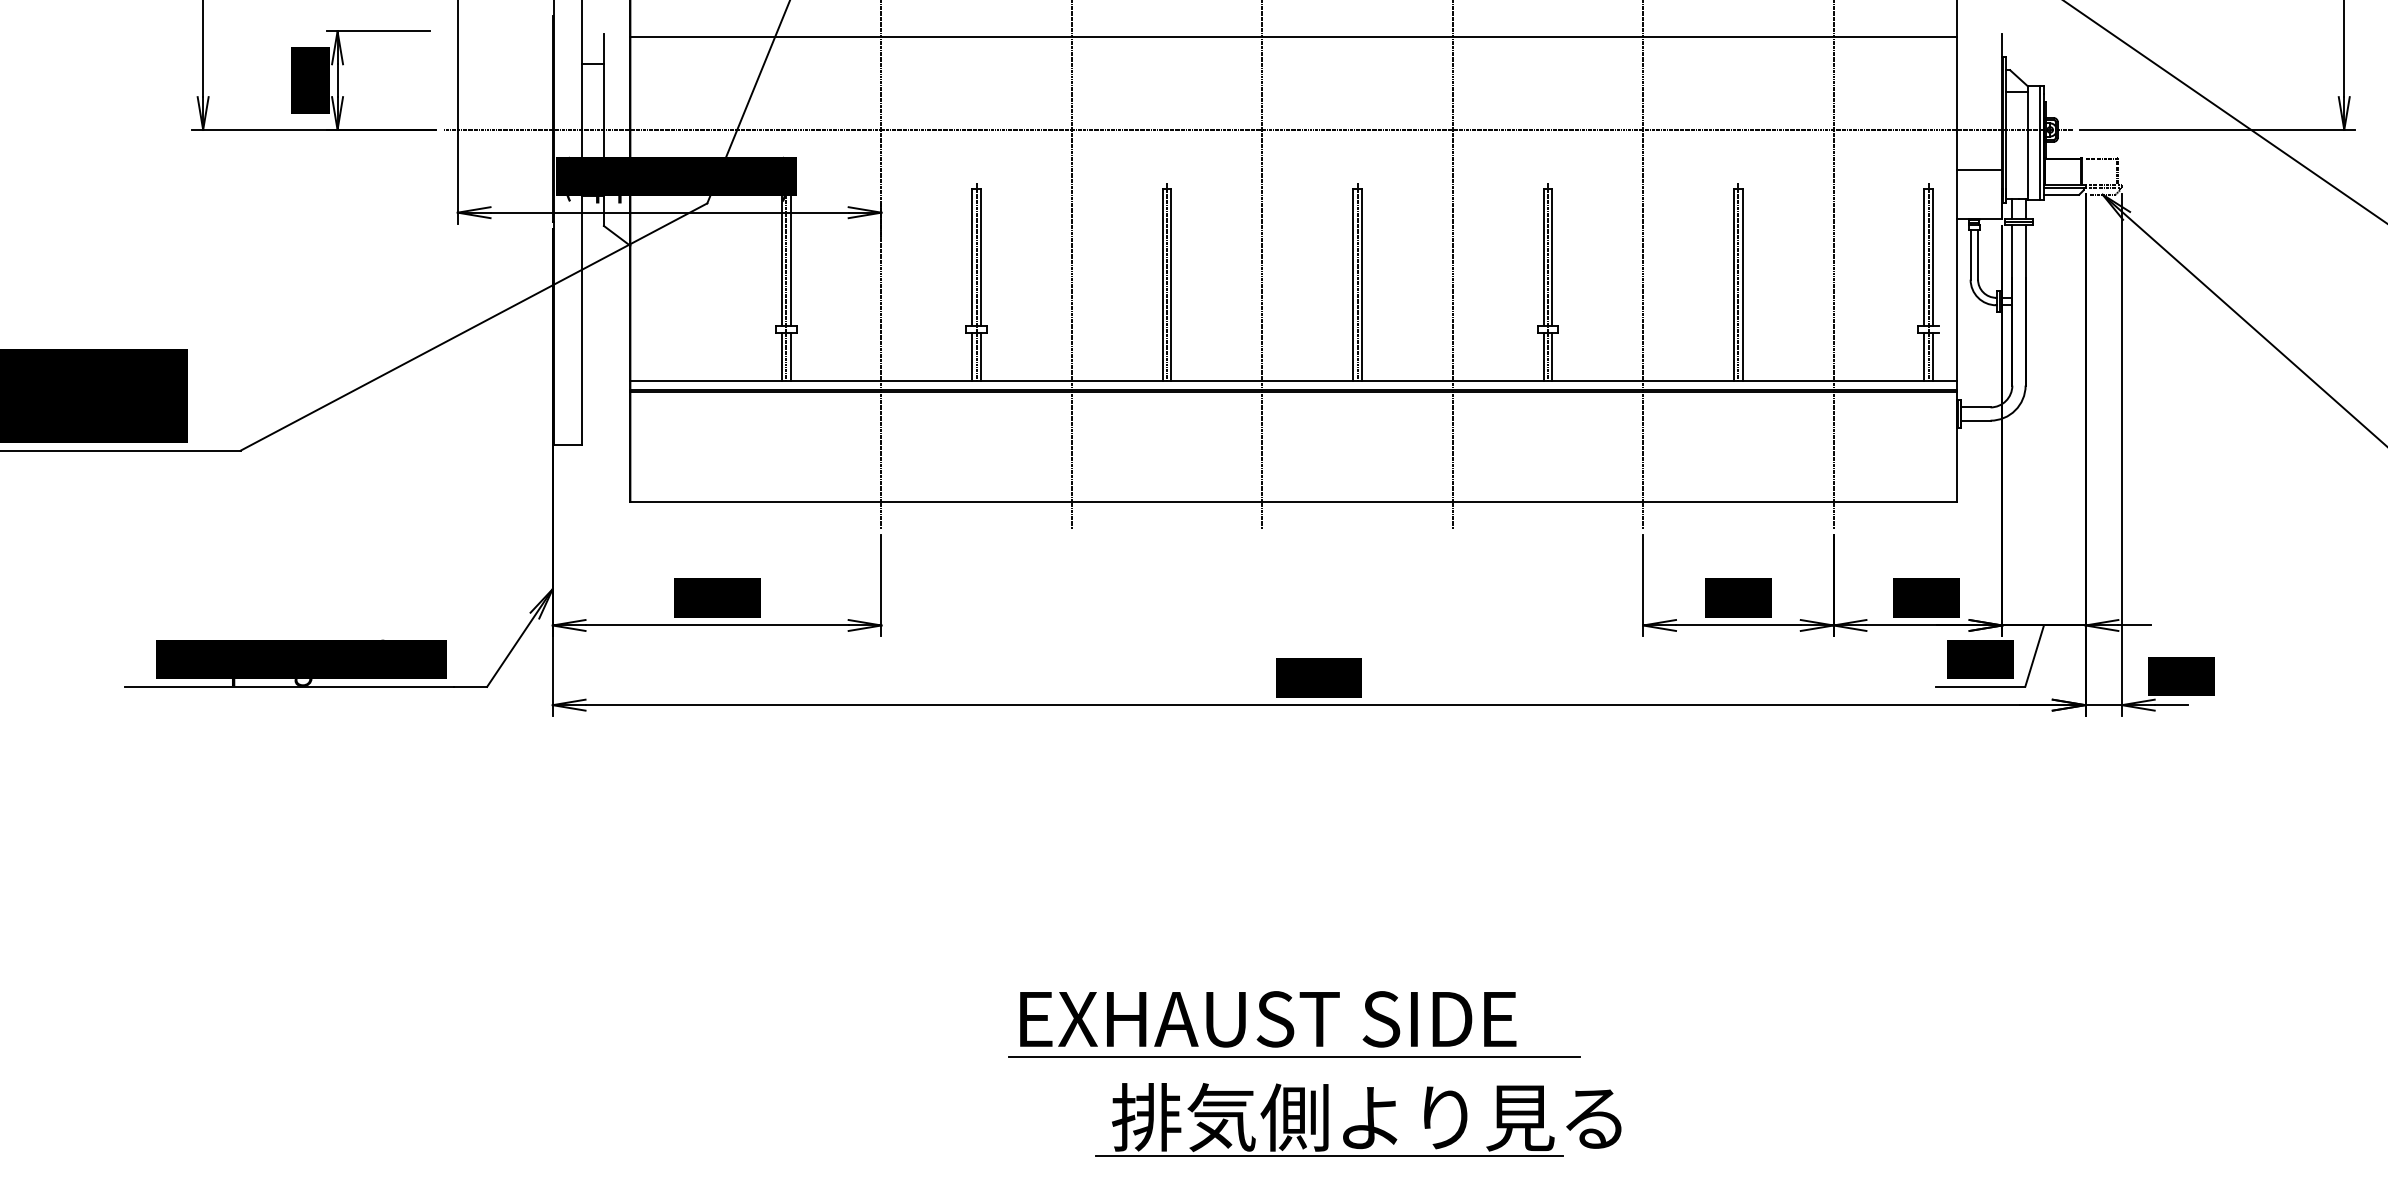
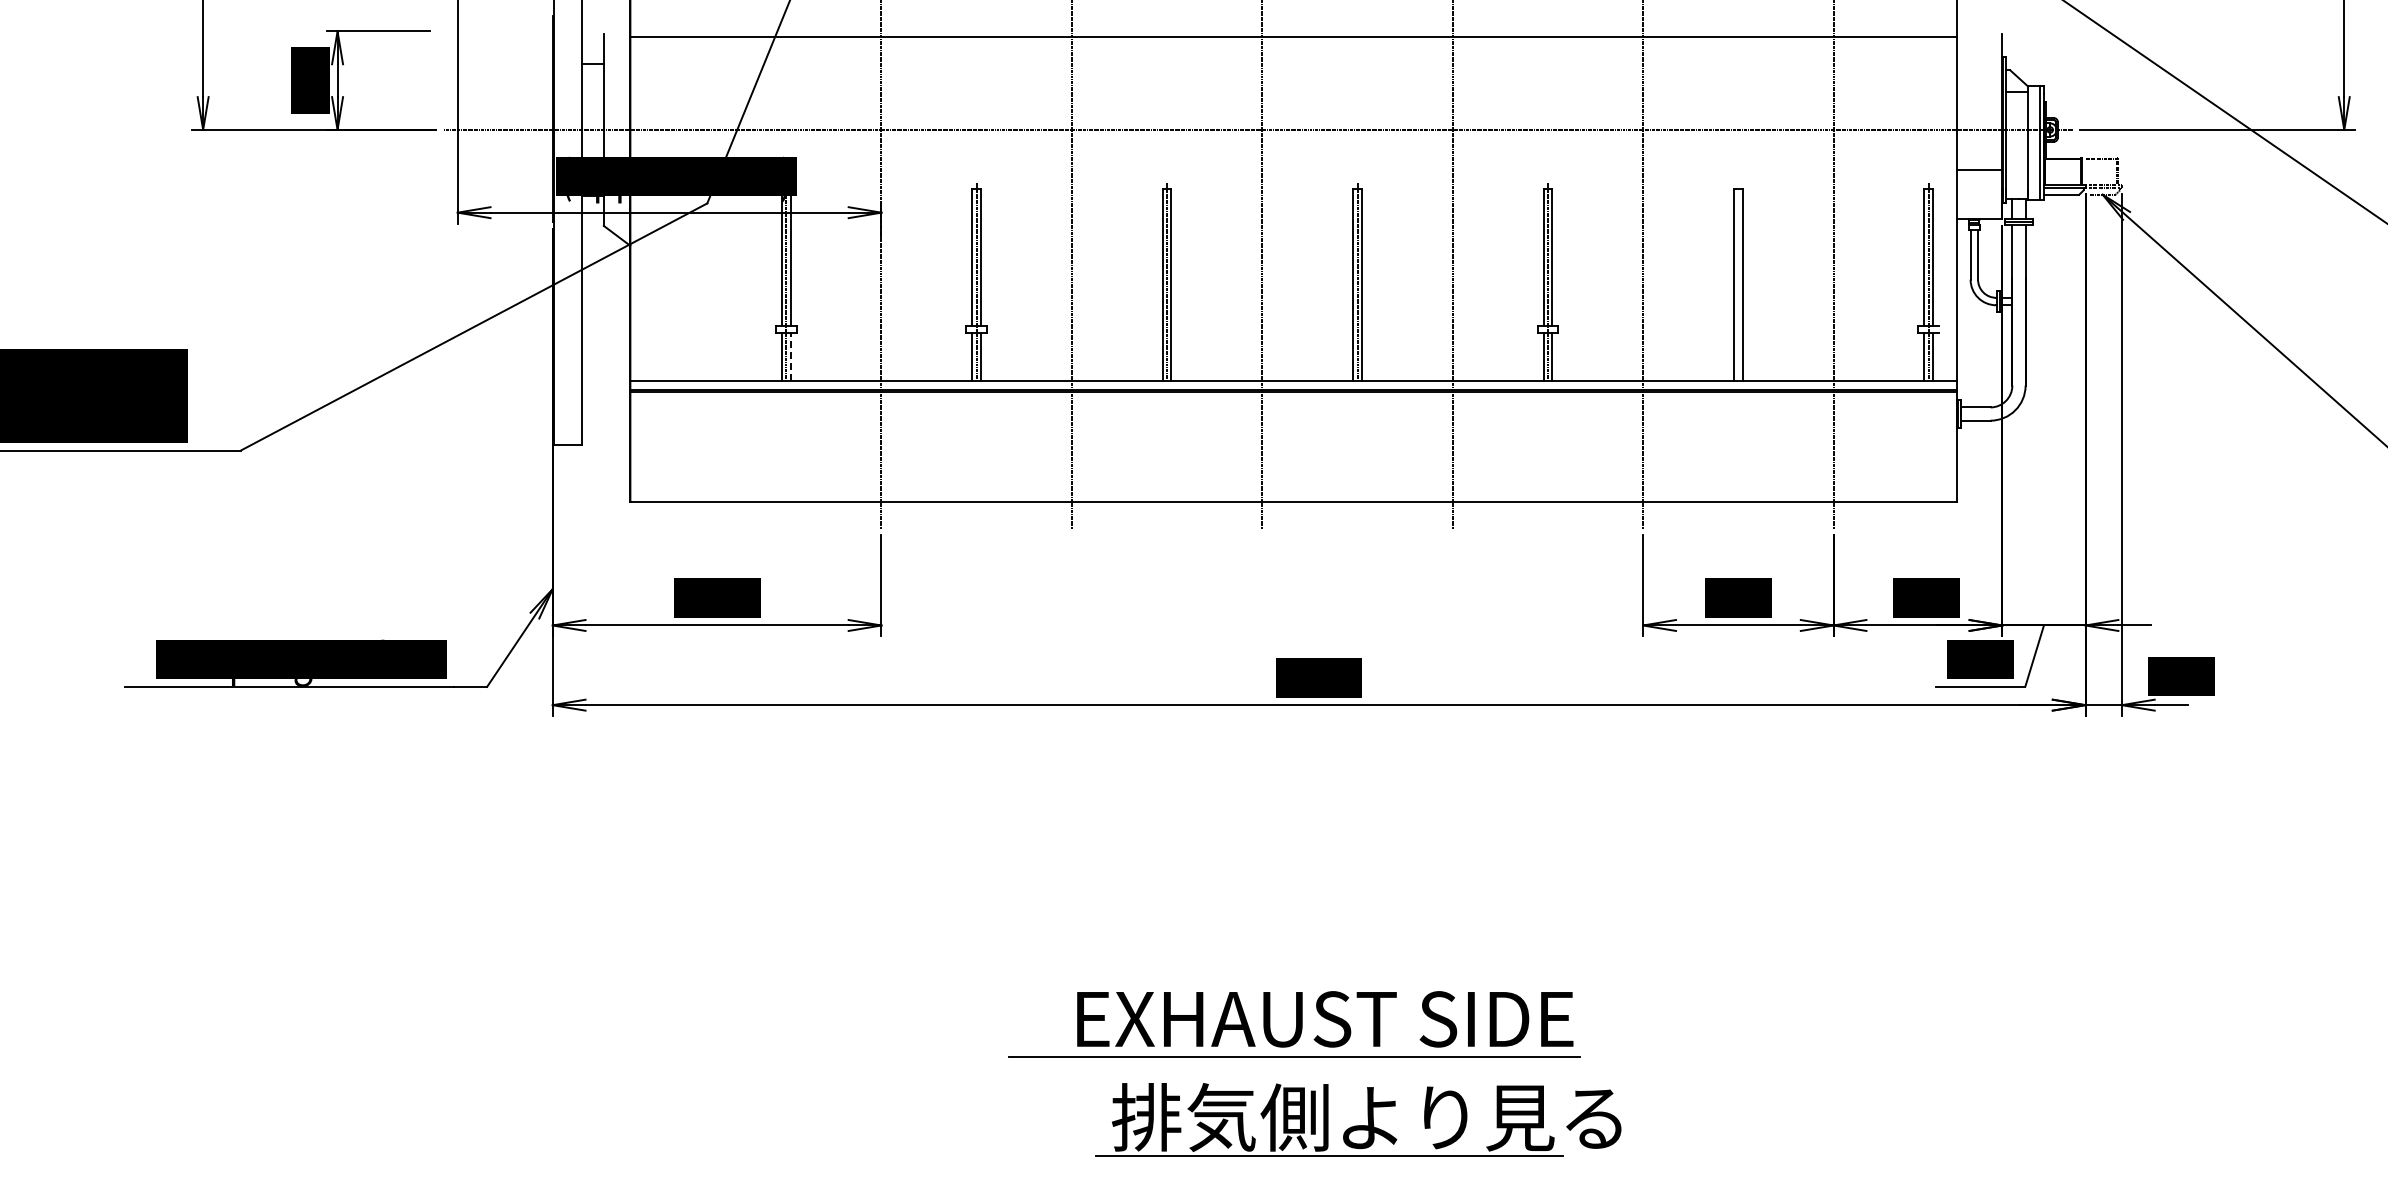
line at (1738, 281): present -> none
line at (790, 357): solid -> dashed
text at (1268, 1019) position: (1268, 1019) -> (1325, 1019)
